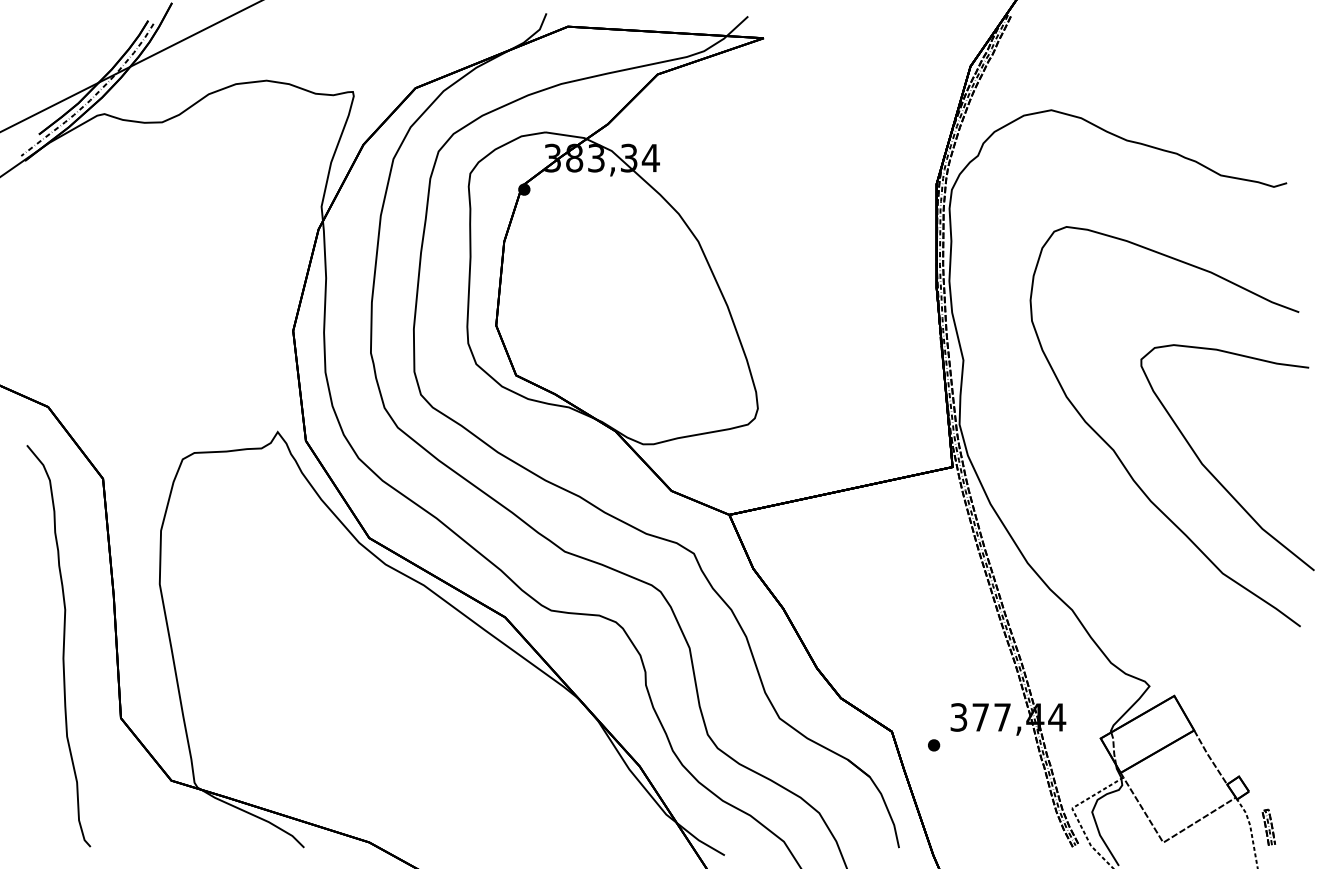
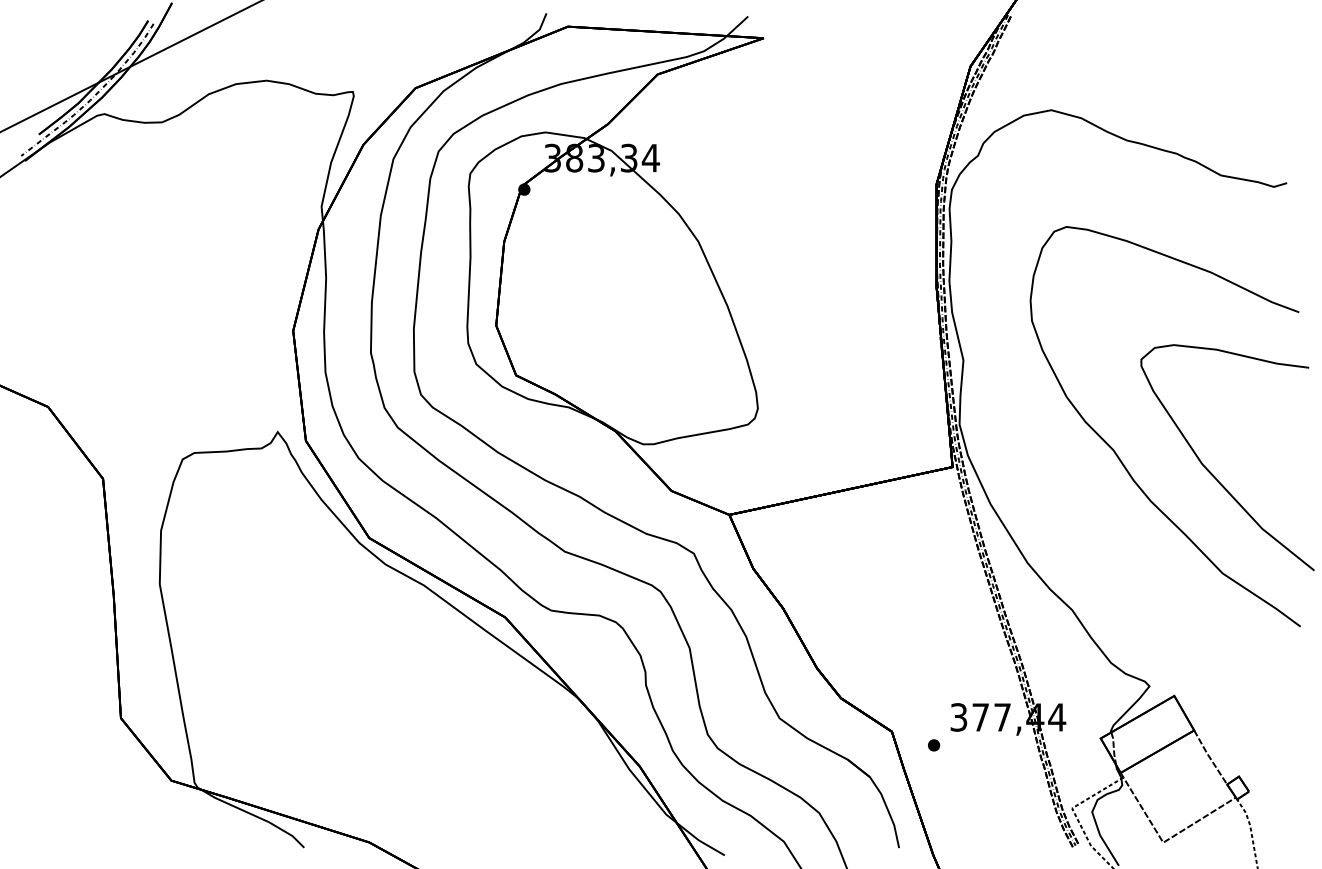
curve at (62, 648): present -> none
part at (1268, 826): present -> none
